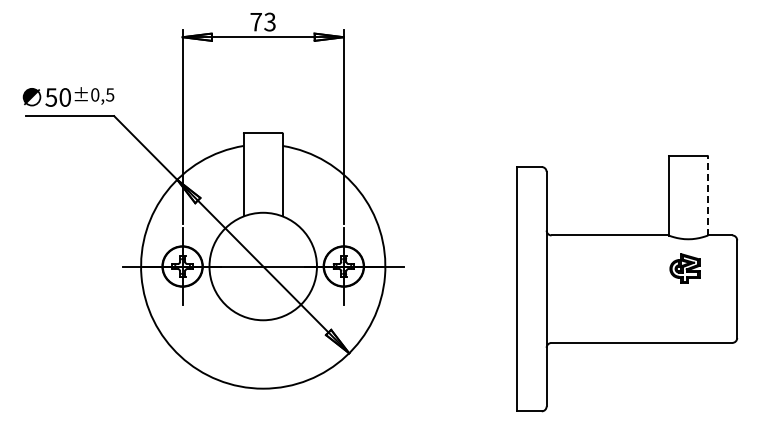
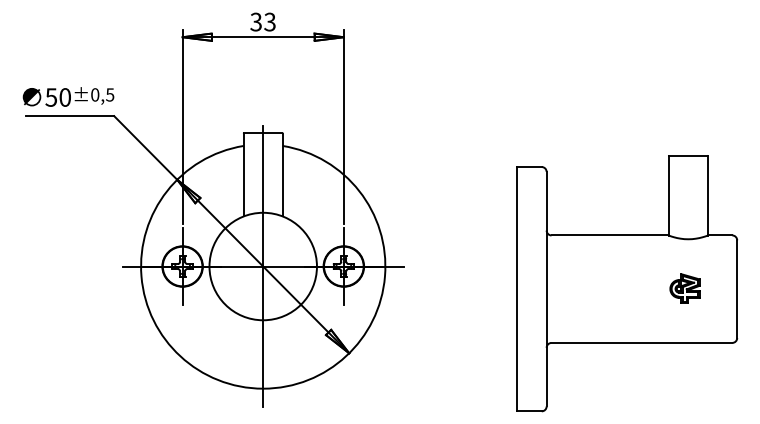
text at (255, 21): 73 -> 33
line at (707, 195): dashed -> solid
line at (263, 266): none -> present
part at (684, 268) position: (684, 268) -> (684, 288)
